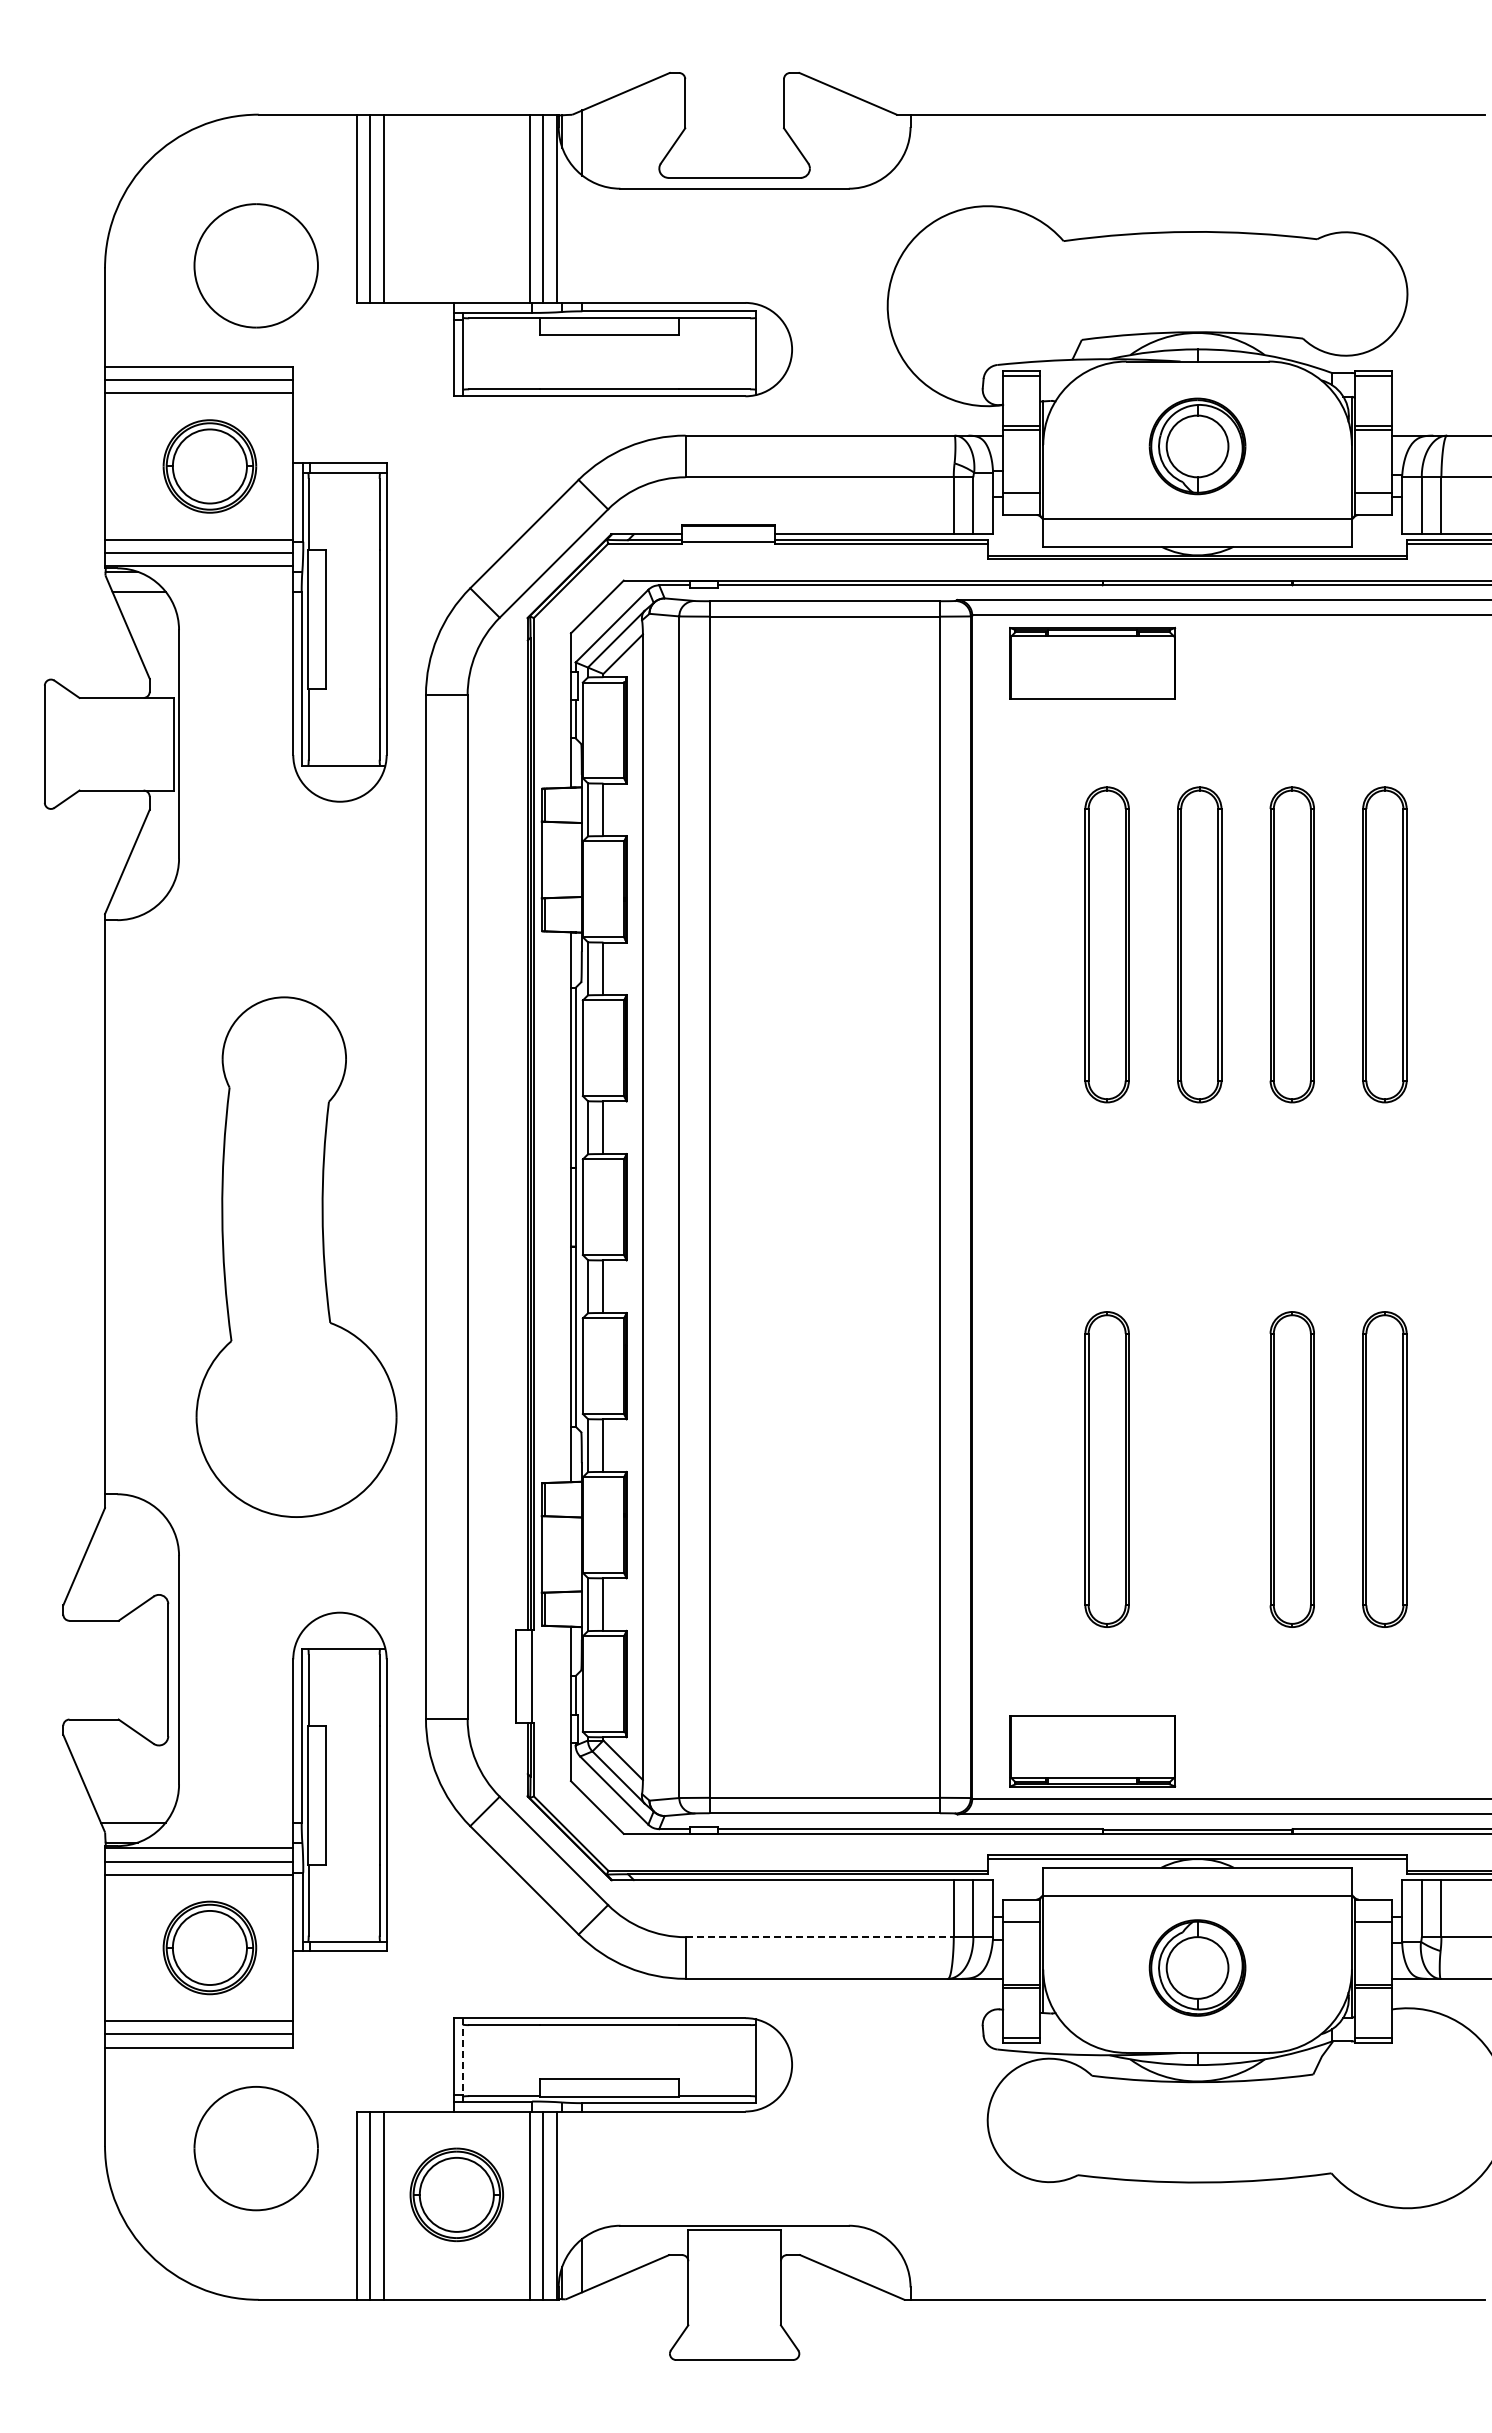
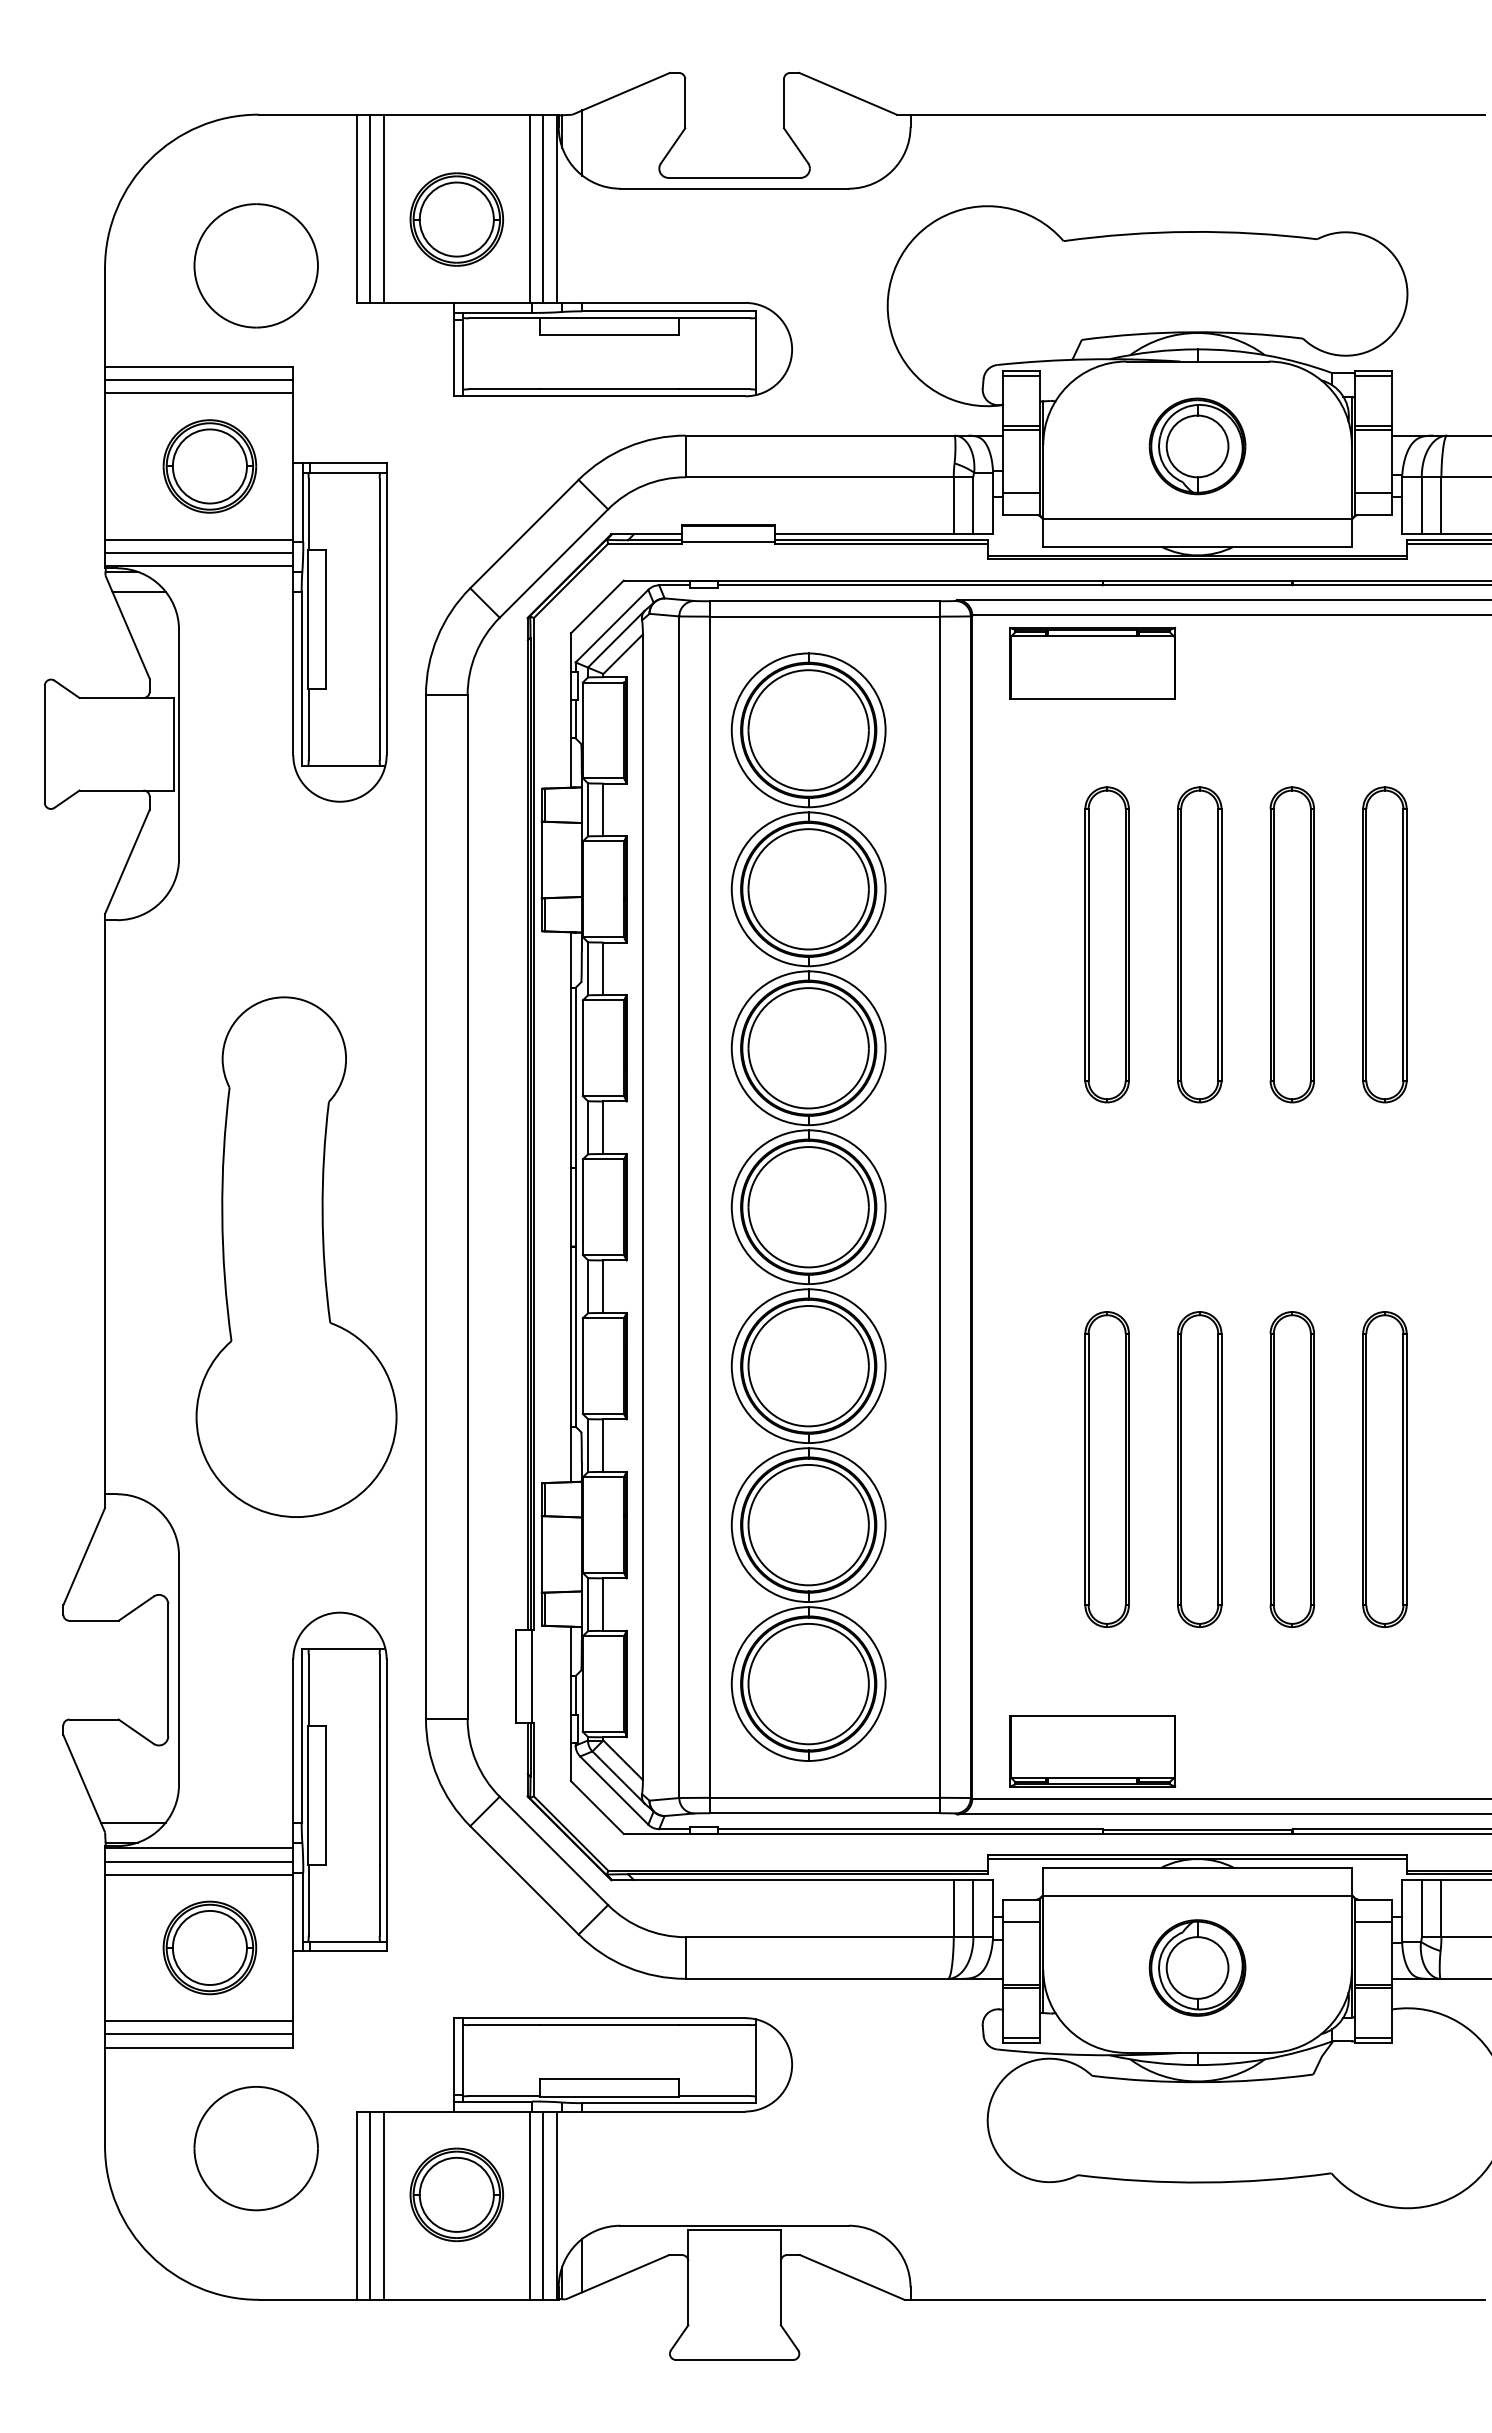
part at (456, 219): none -> present
part at (808, 1206): none -> present
part at (1199, 1469): none -> present
line at (820, 1937): dashed -> solid
line at (463, 2056): dashed -> solid
